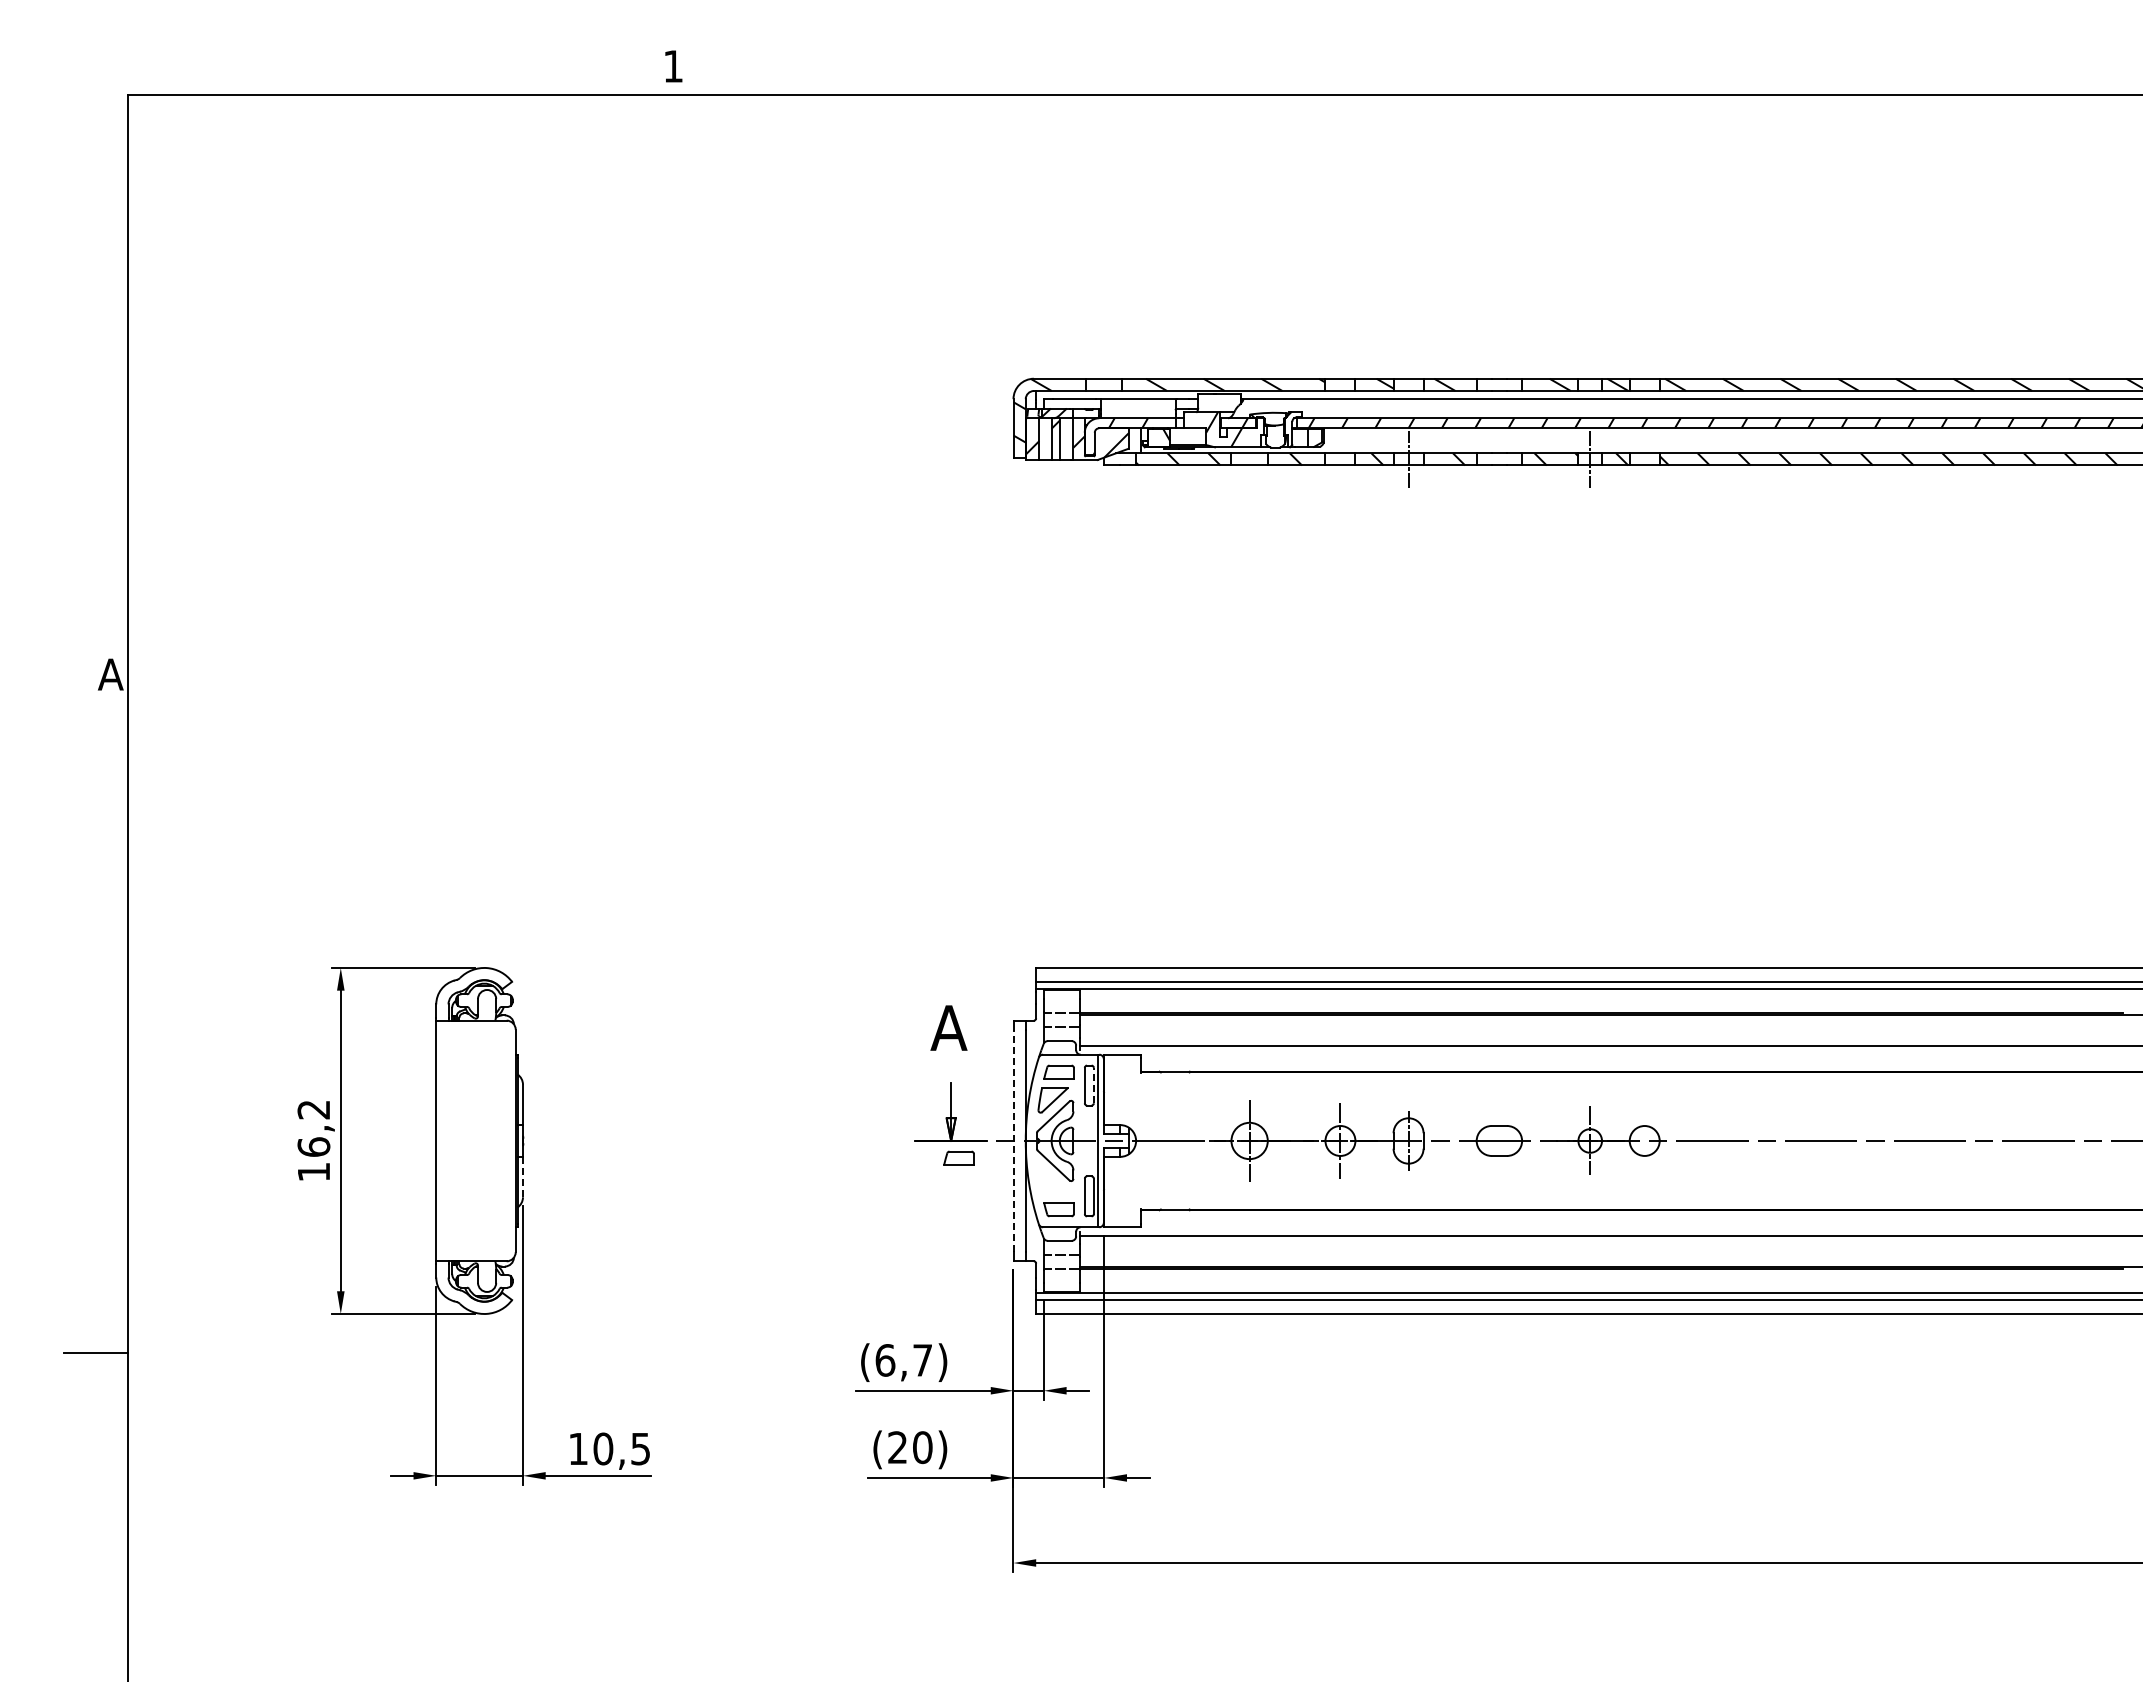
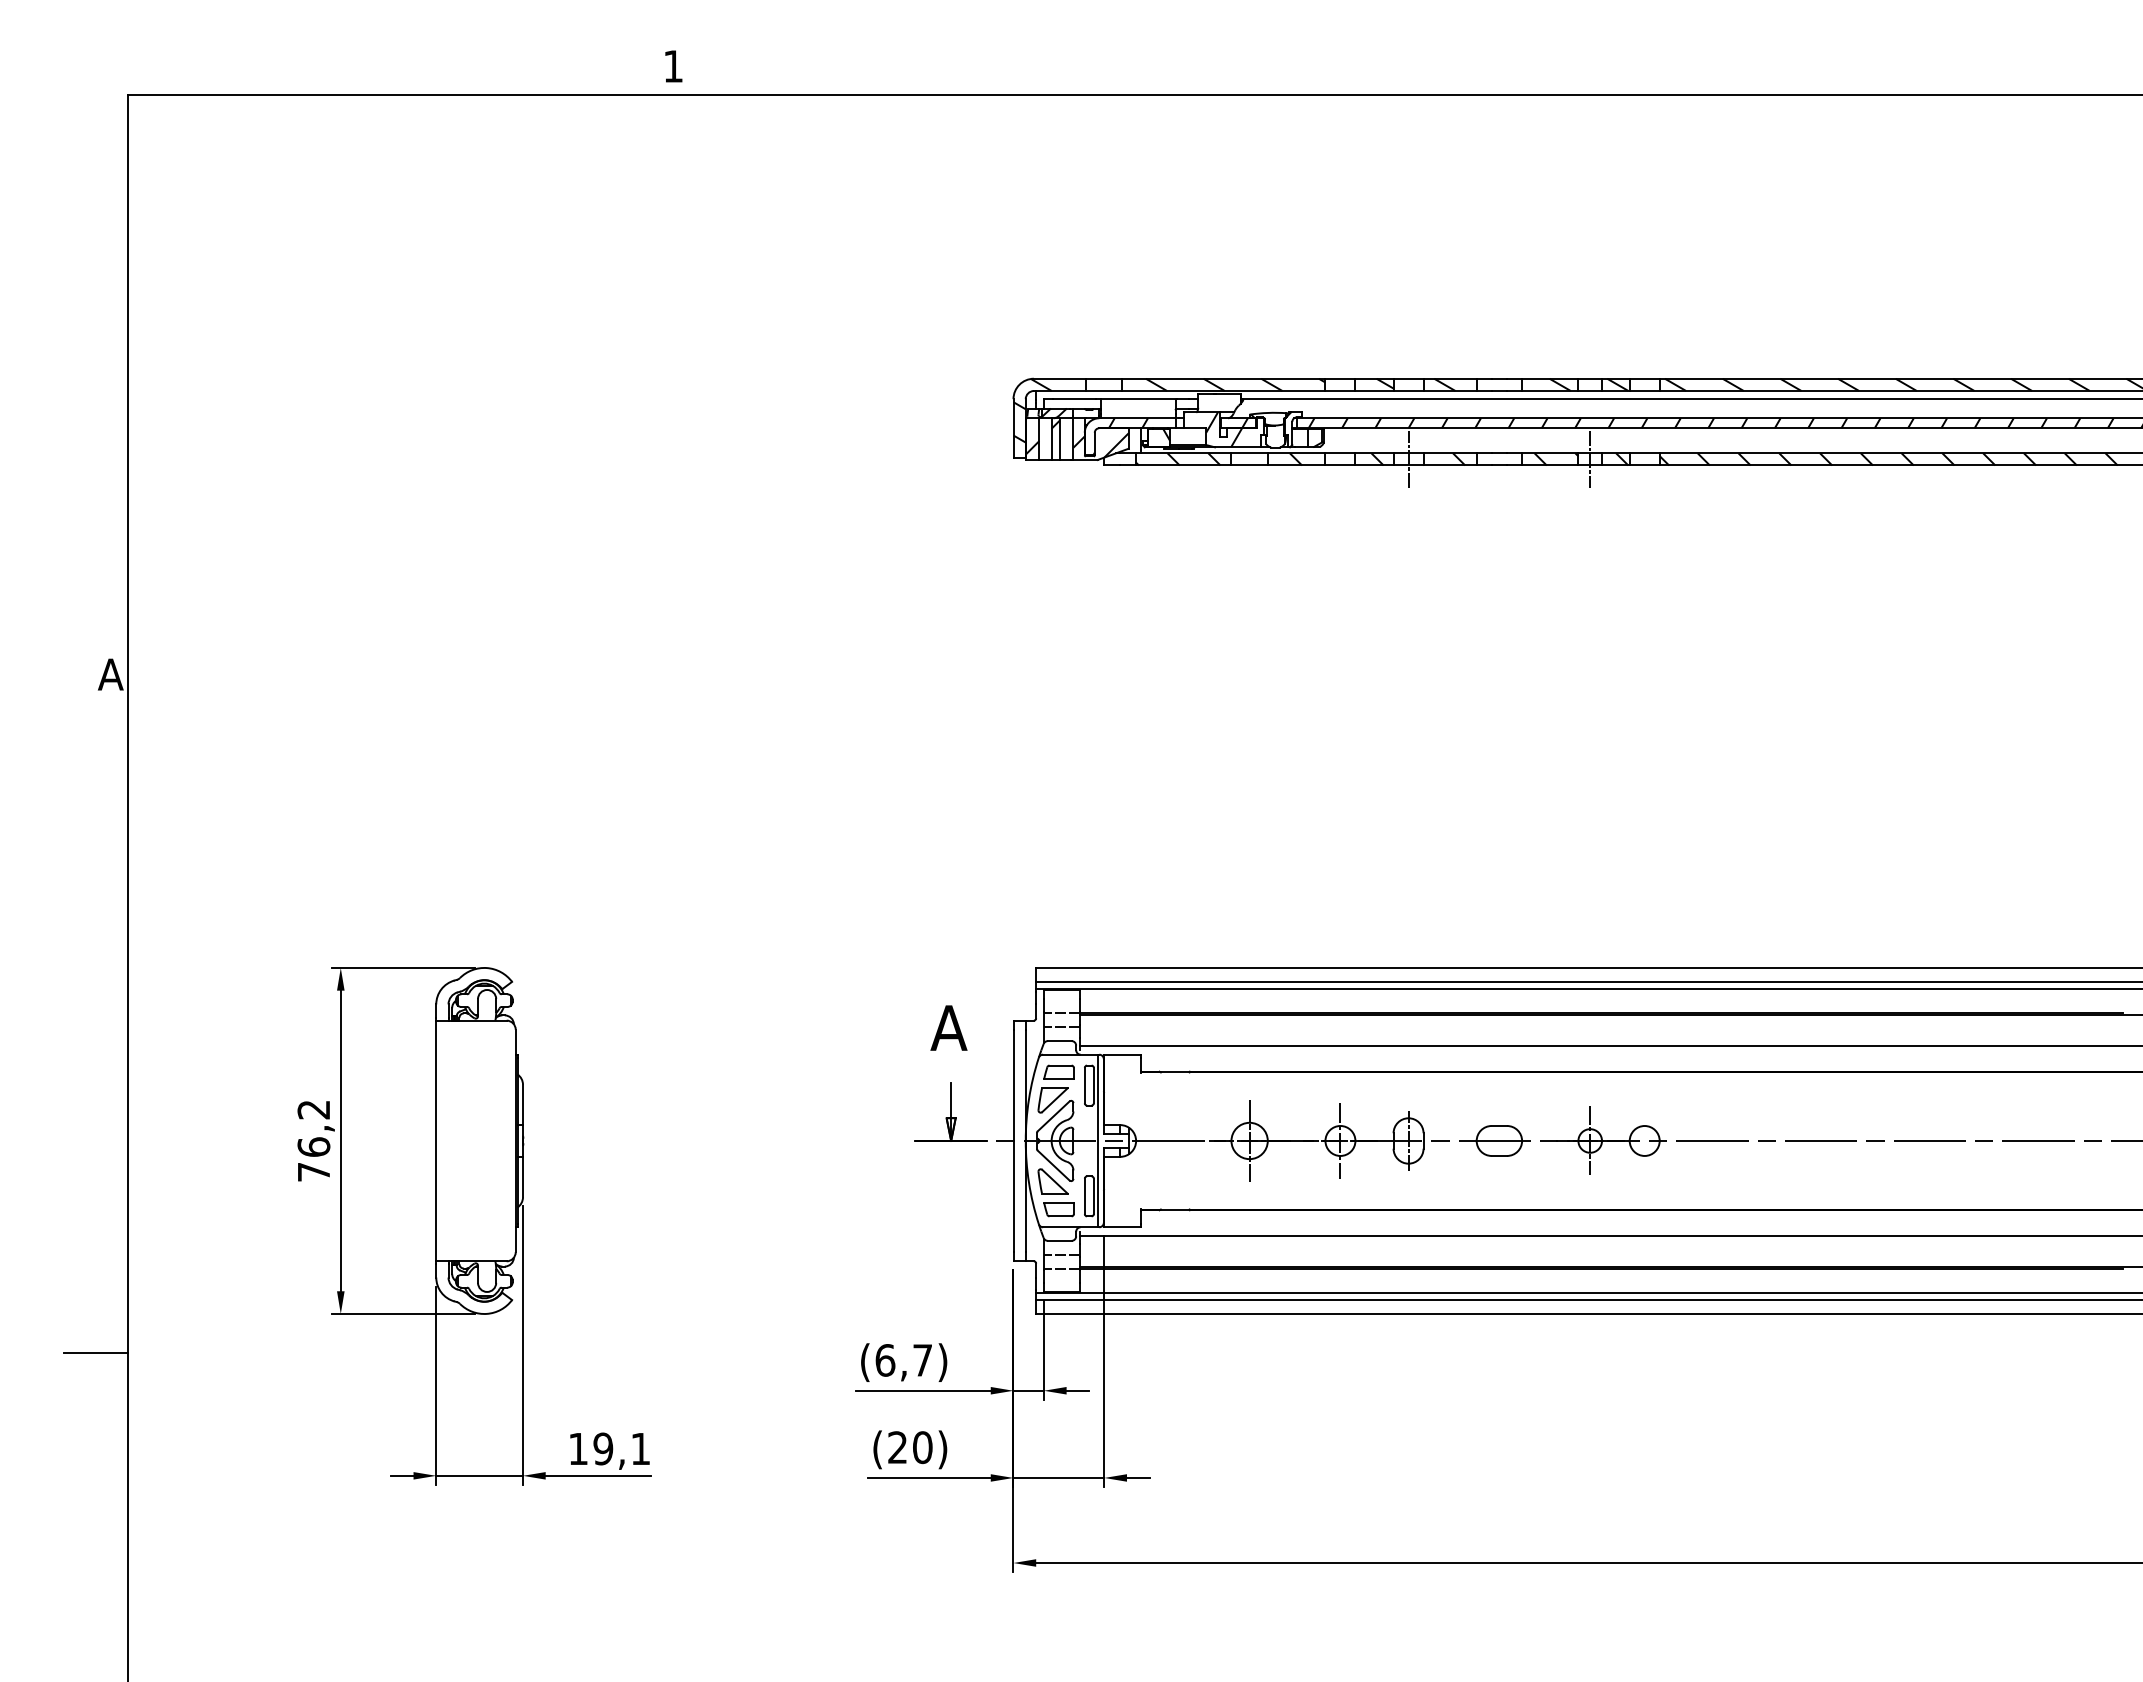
line at (1093, 1085): dashed -> solid
line at (1013, 1140): dashed -> solid
part at (958, 1157): present -> none
text at (313, 1172): 16,2 -> 76,2
line at (523, 1176): dashed -> solid
part at (1052, 1181): none -> present
text at (621, 1448): 10,5 -> 19,1
